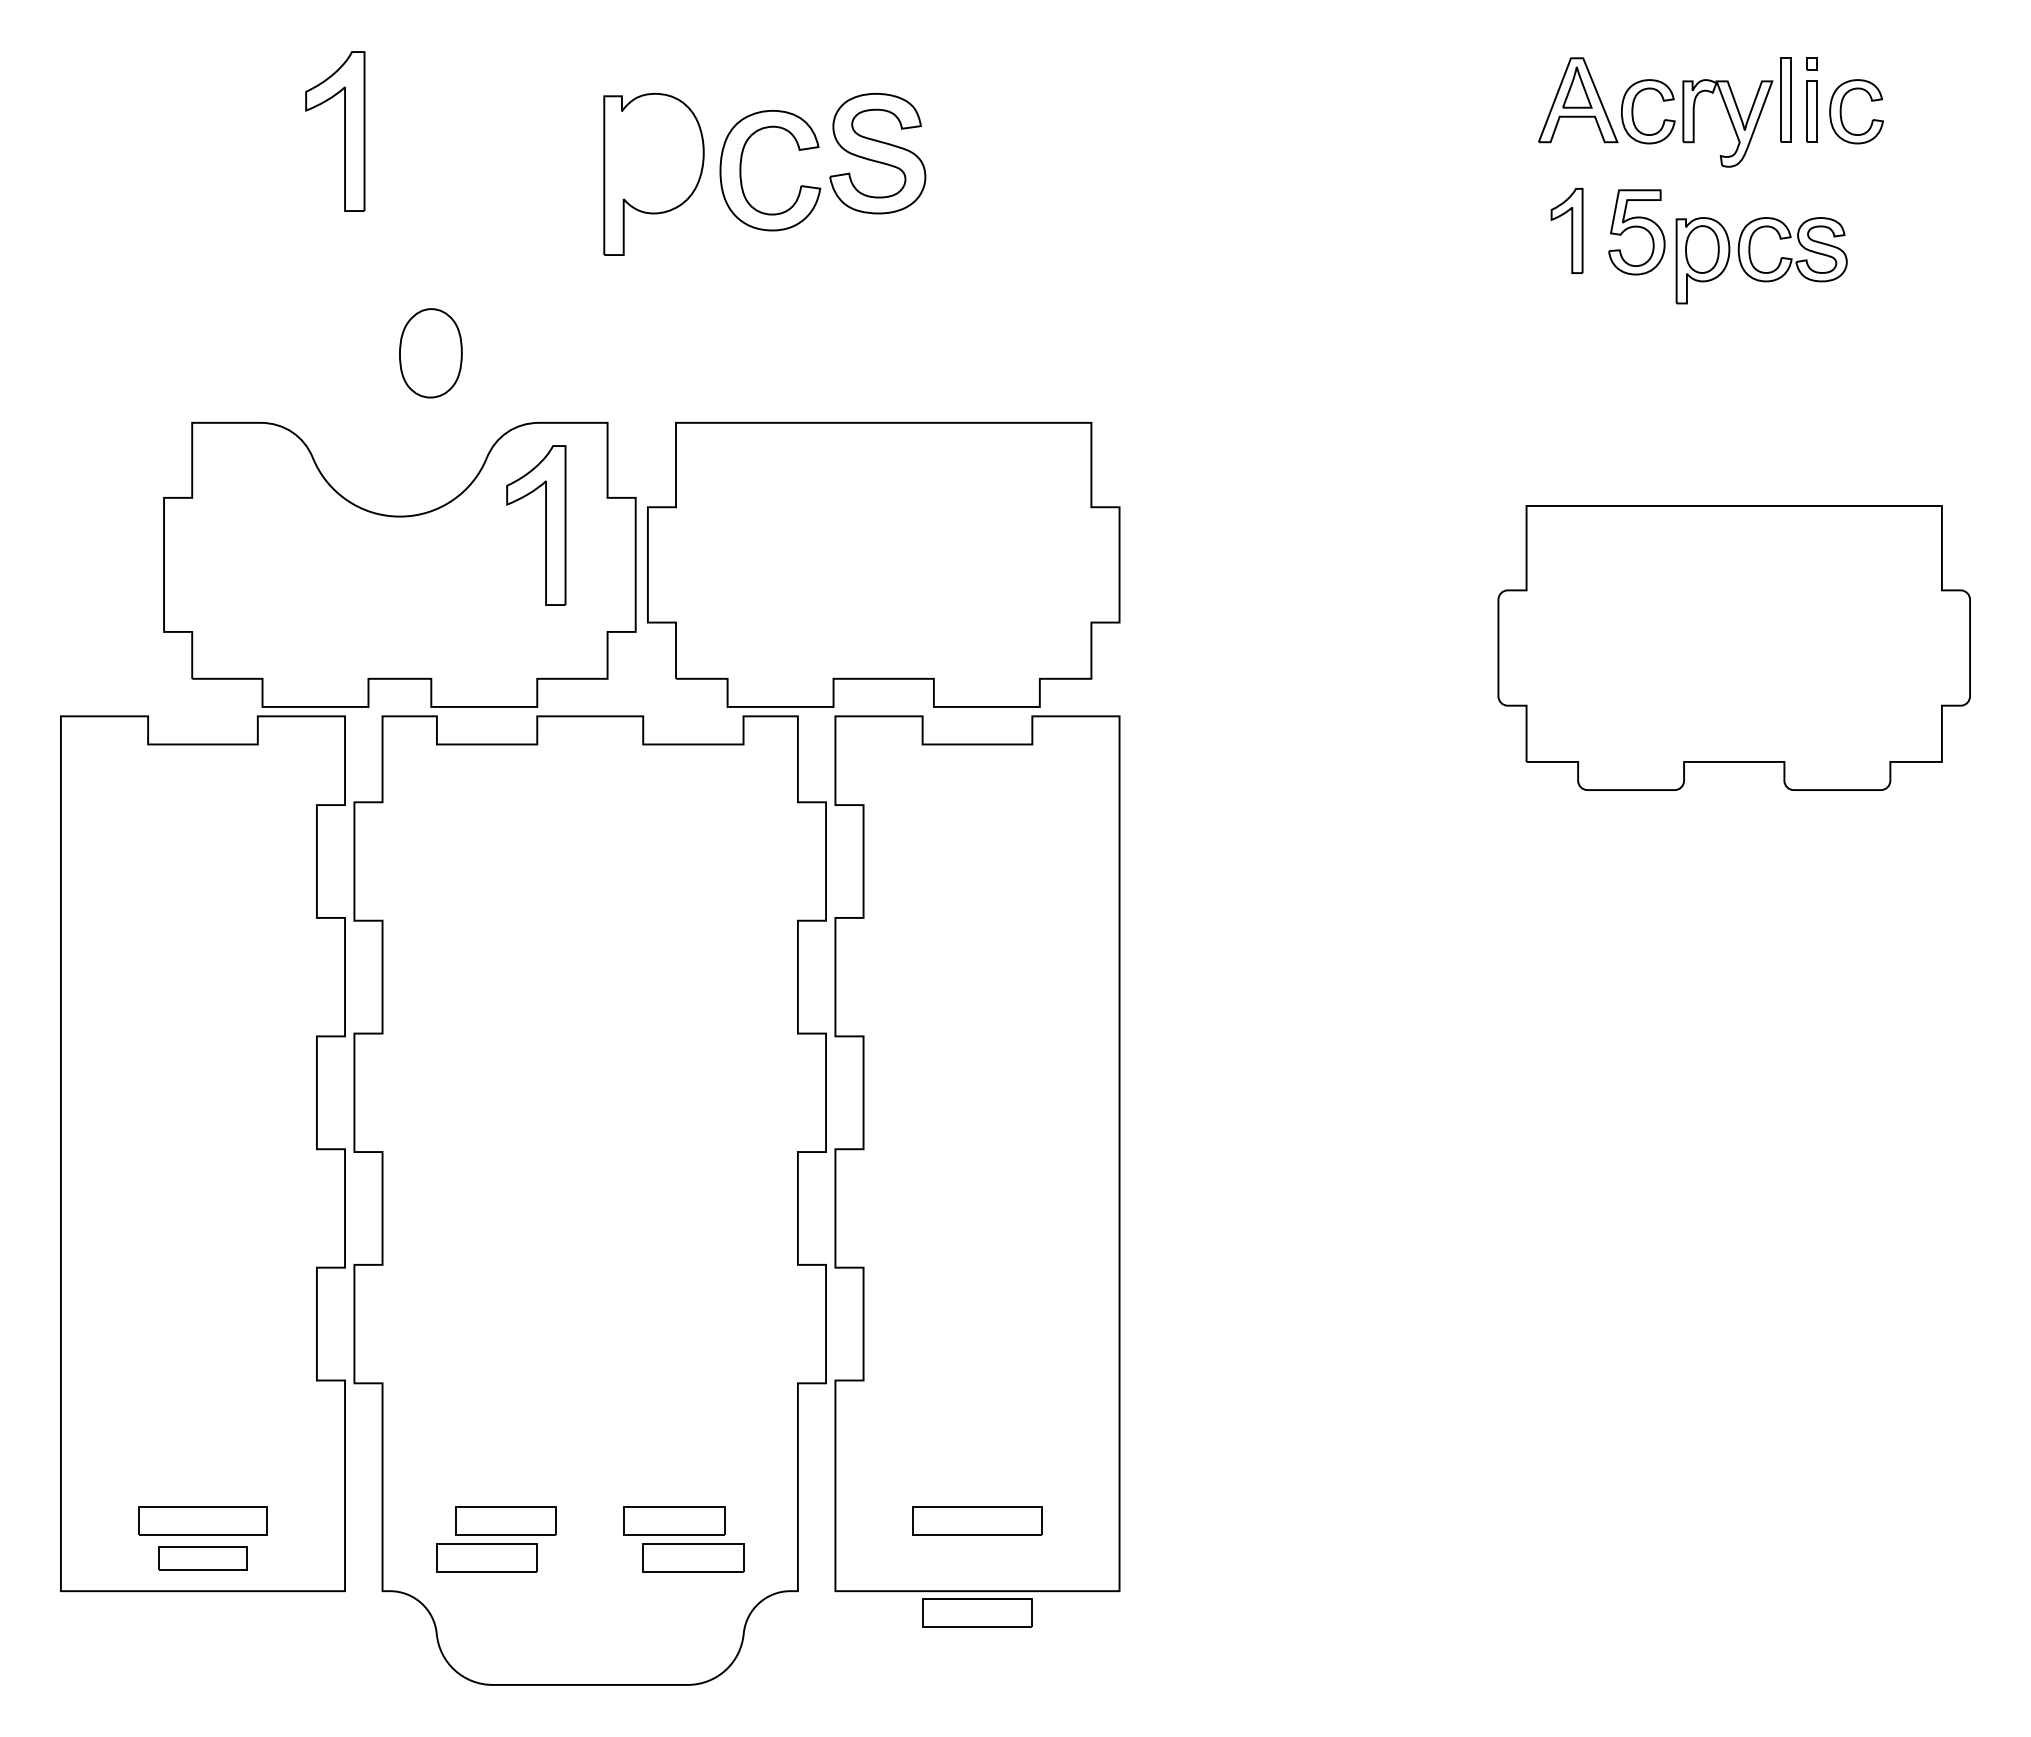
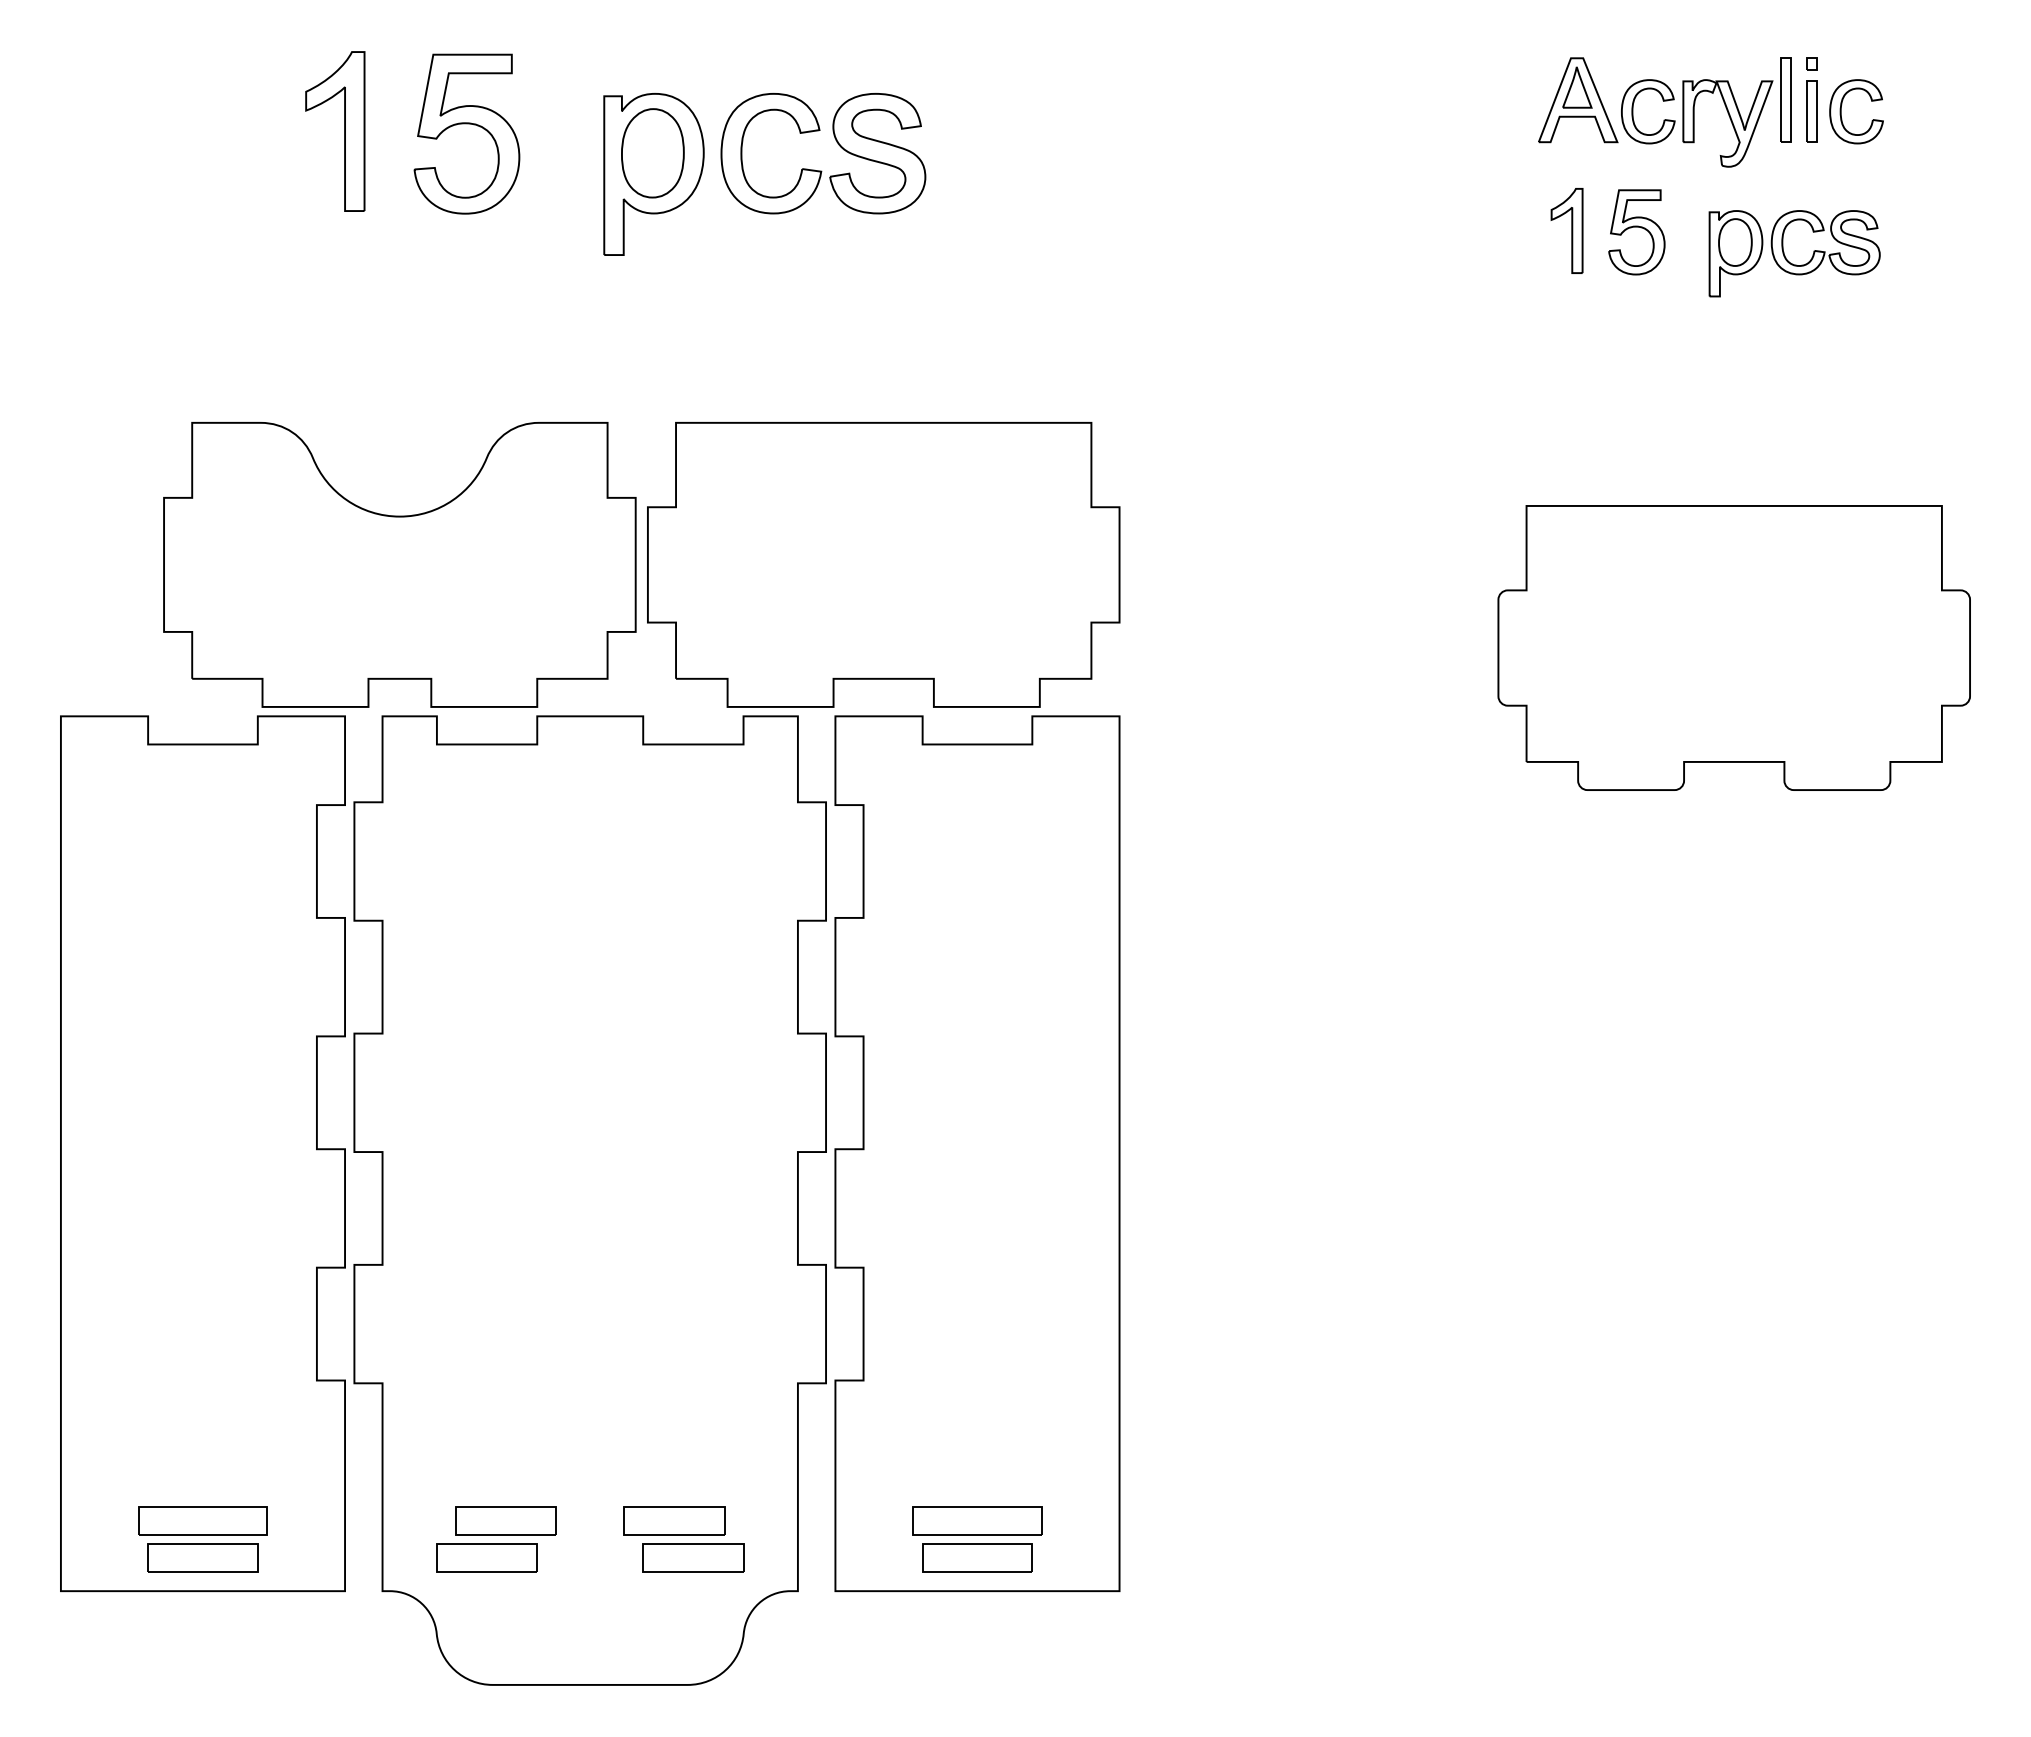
part at (466, 124): none -> present
part at (741, 170) position: (741, 170) -> (742, 153)
part at (1753, 264) position: (1753, 264) -> (1786, 257)
part at (430, 353) position: (430, 353) -> (652, 153)
part at (545, 525): present -> none
part at (202, 1558) size: 90x25 px -> 112x30 px
part at (977, 1612) position: (977, 1612) -> (977, 1557)
